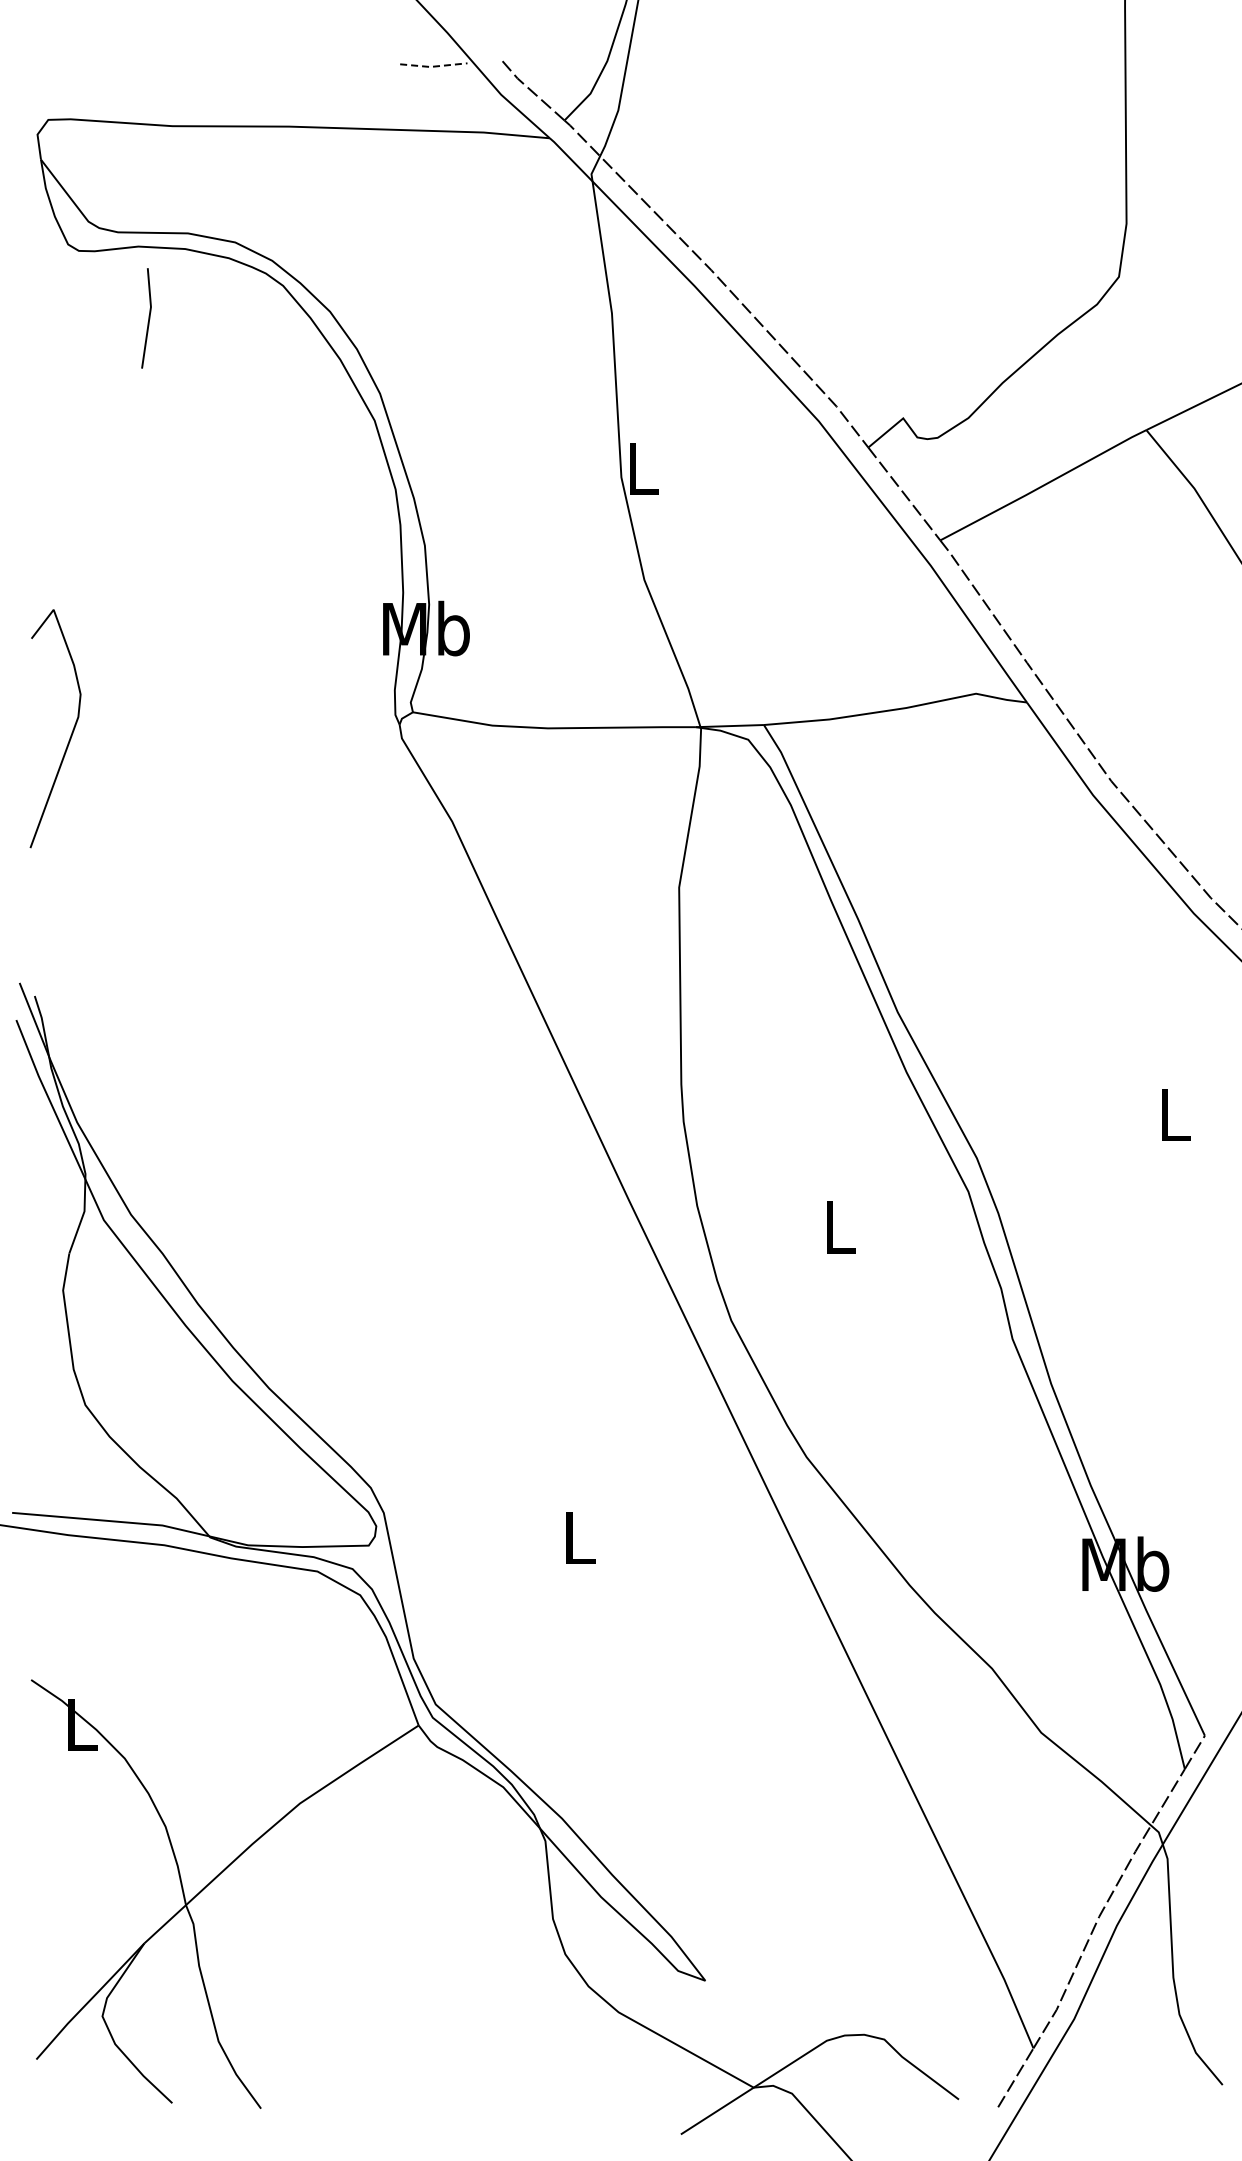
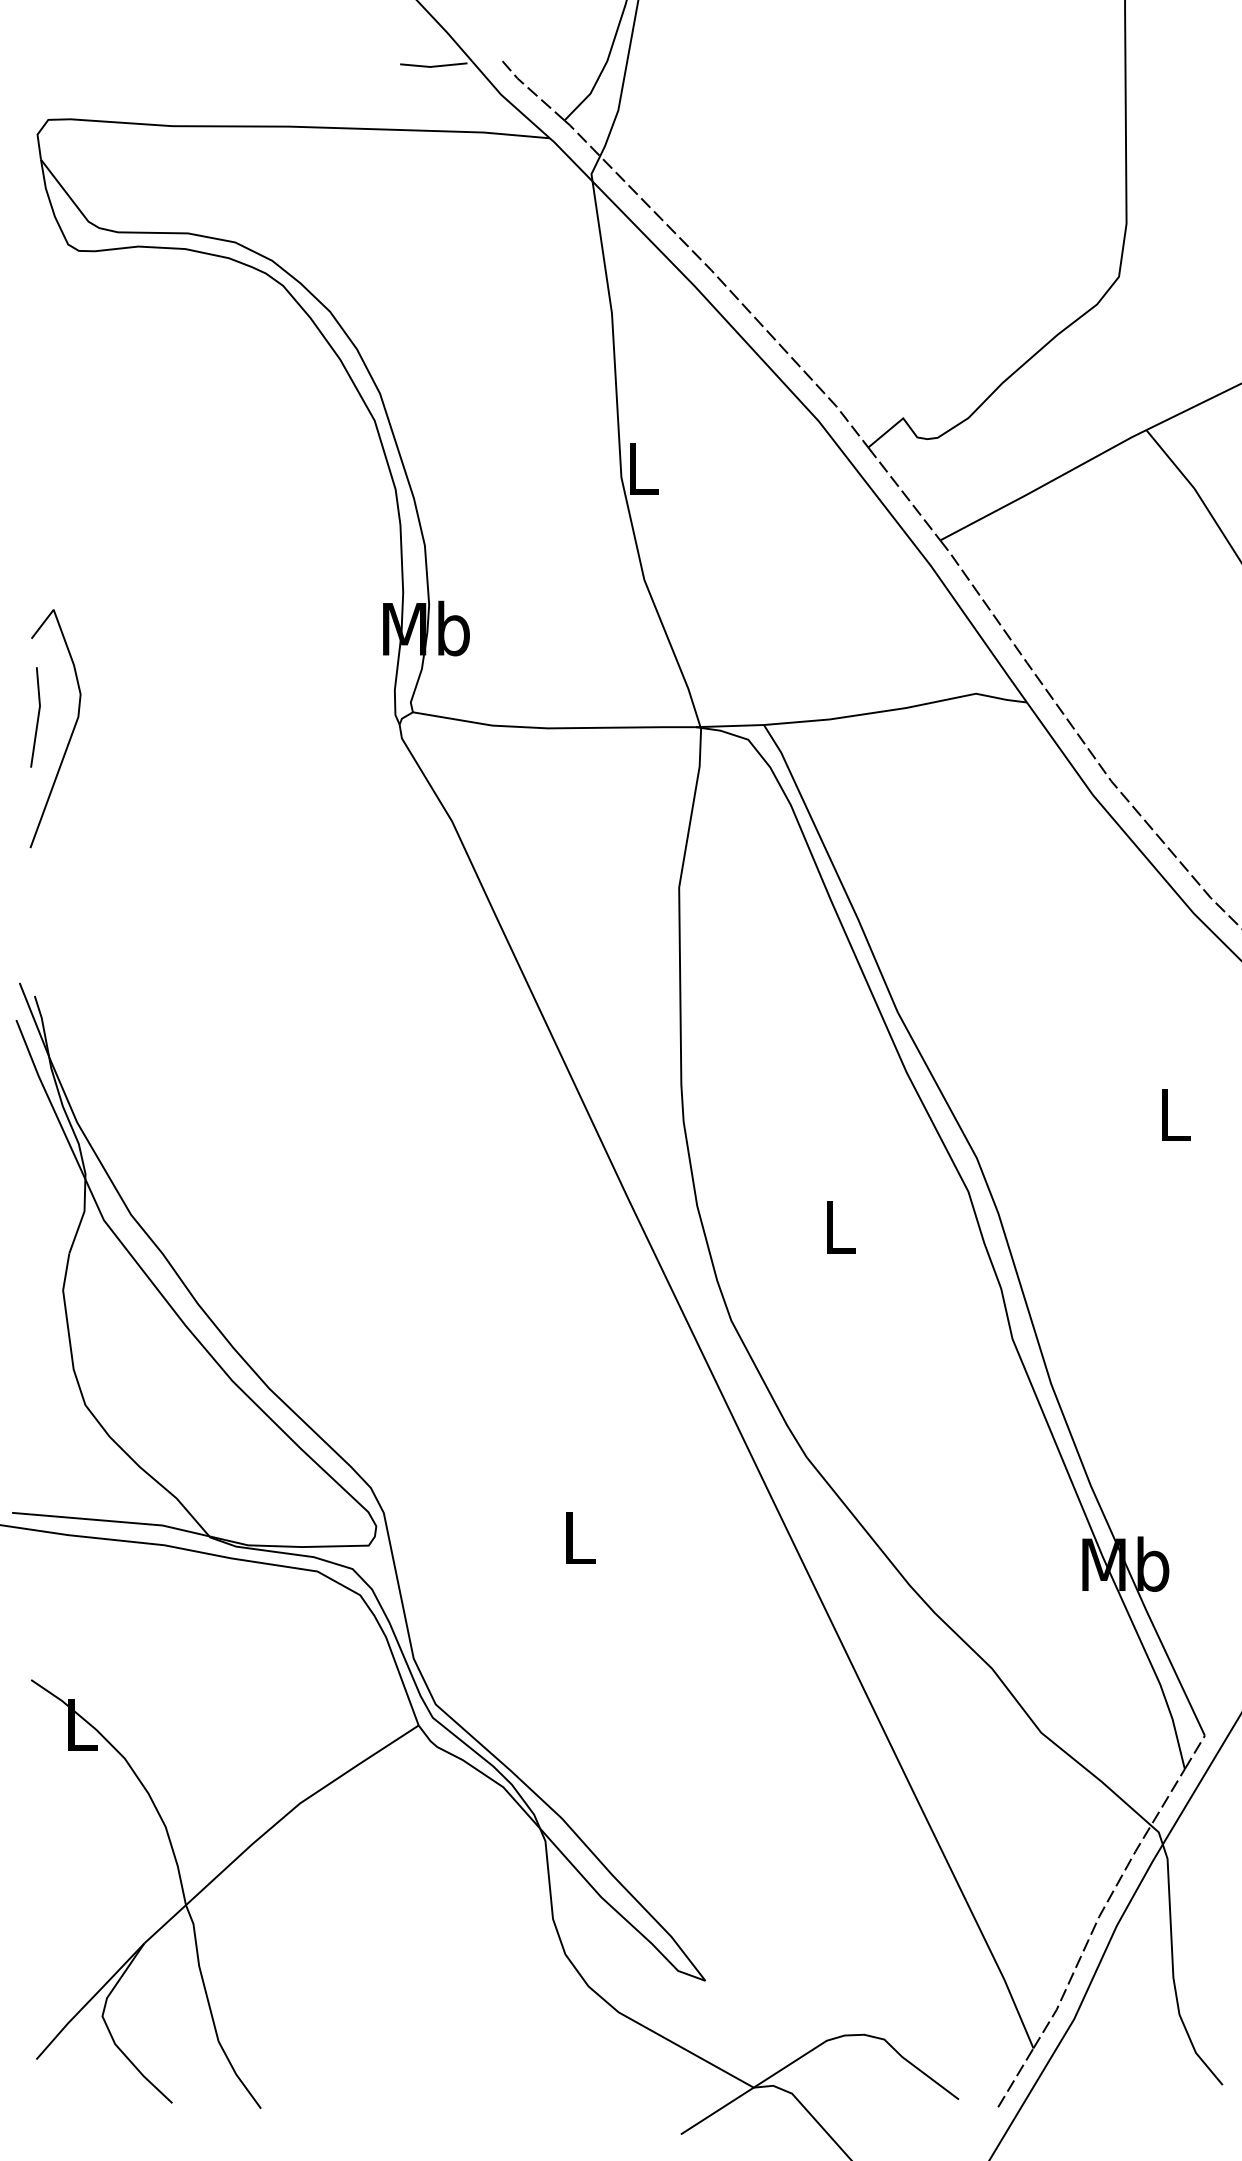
line at (433, 66): dashed -> solid
line at (148, 318) position: (148, 318) -> (37, 717)
